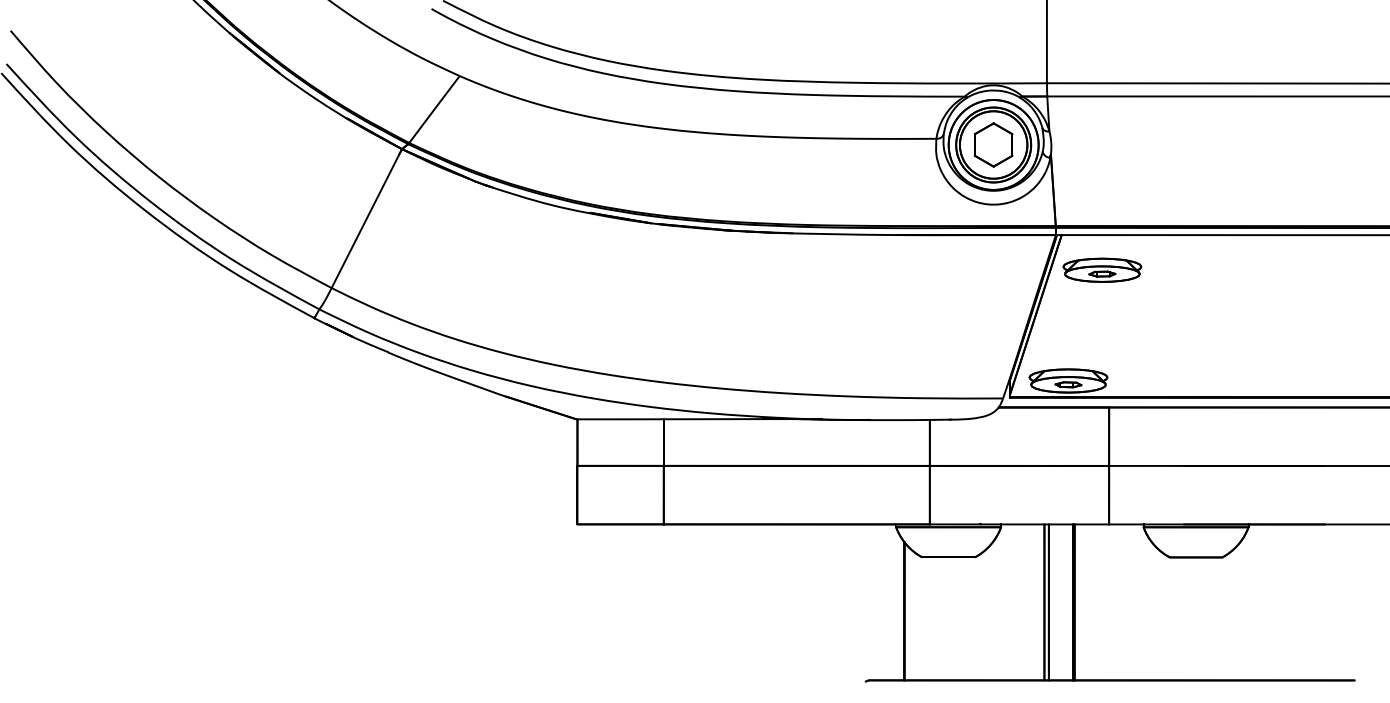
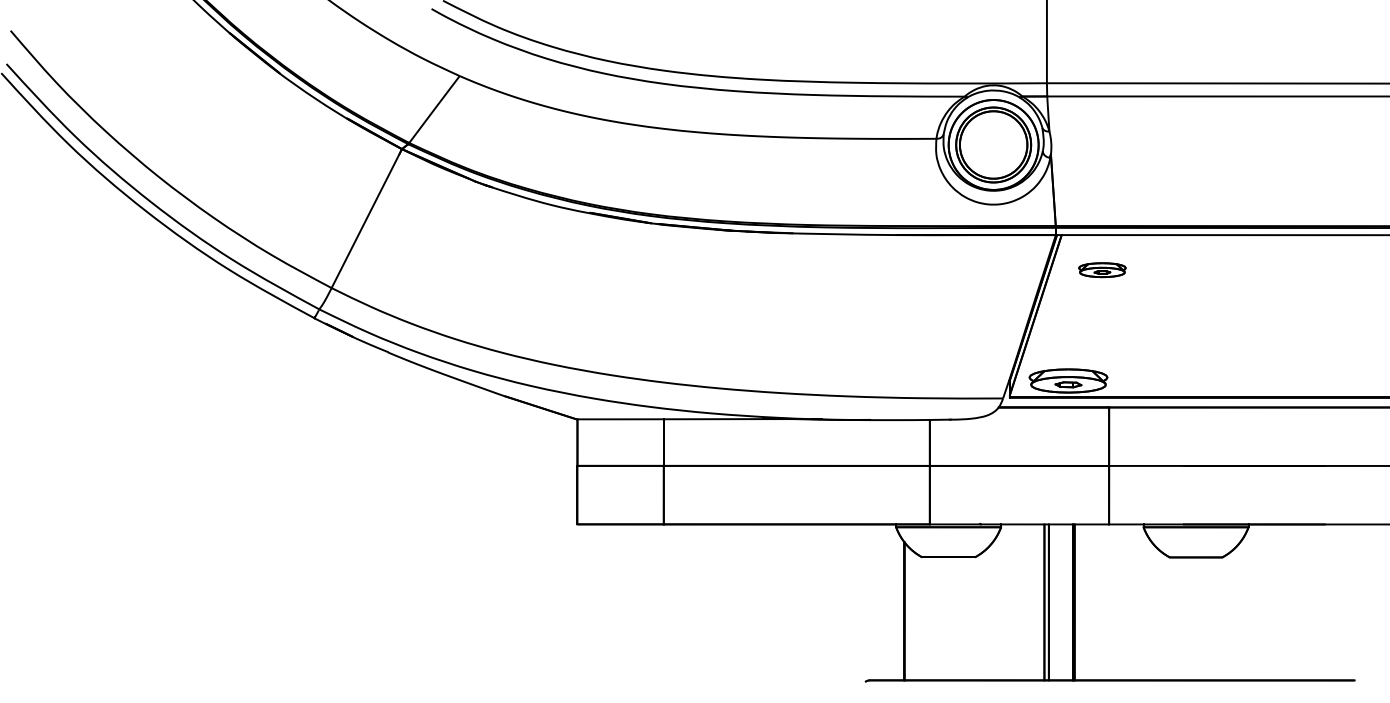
part at (993, 144): present -> none
part at (1102, 269) size: 81x26 px -> 49x17 px
